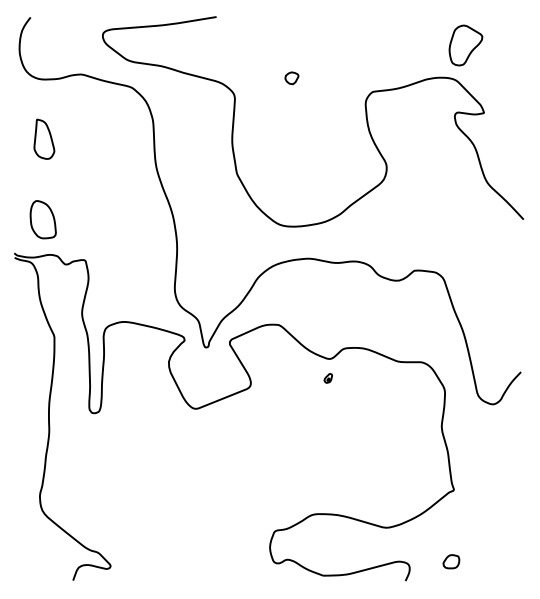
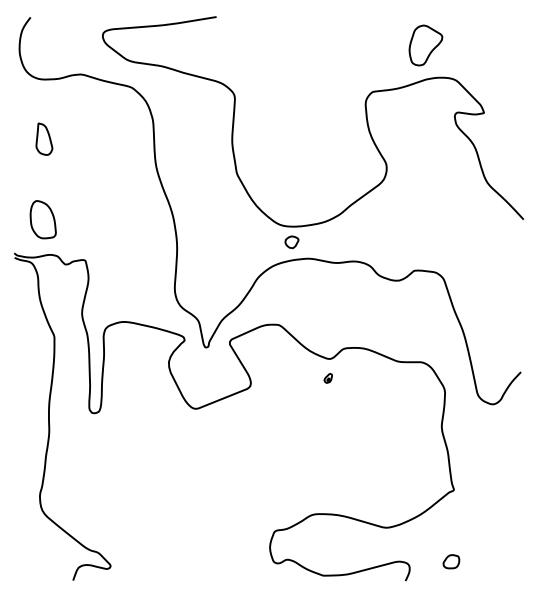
part at (465, 45) position: (465, 45) -> (425, 45)
part at (291, 78) position: (291, 78) -> (291, 242)
part at (44, 138) size: 23x42 px -> 19x34 px
